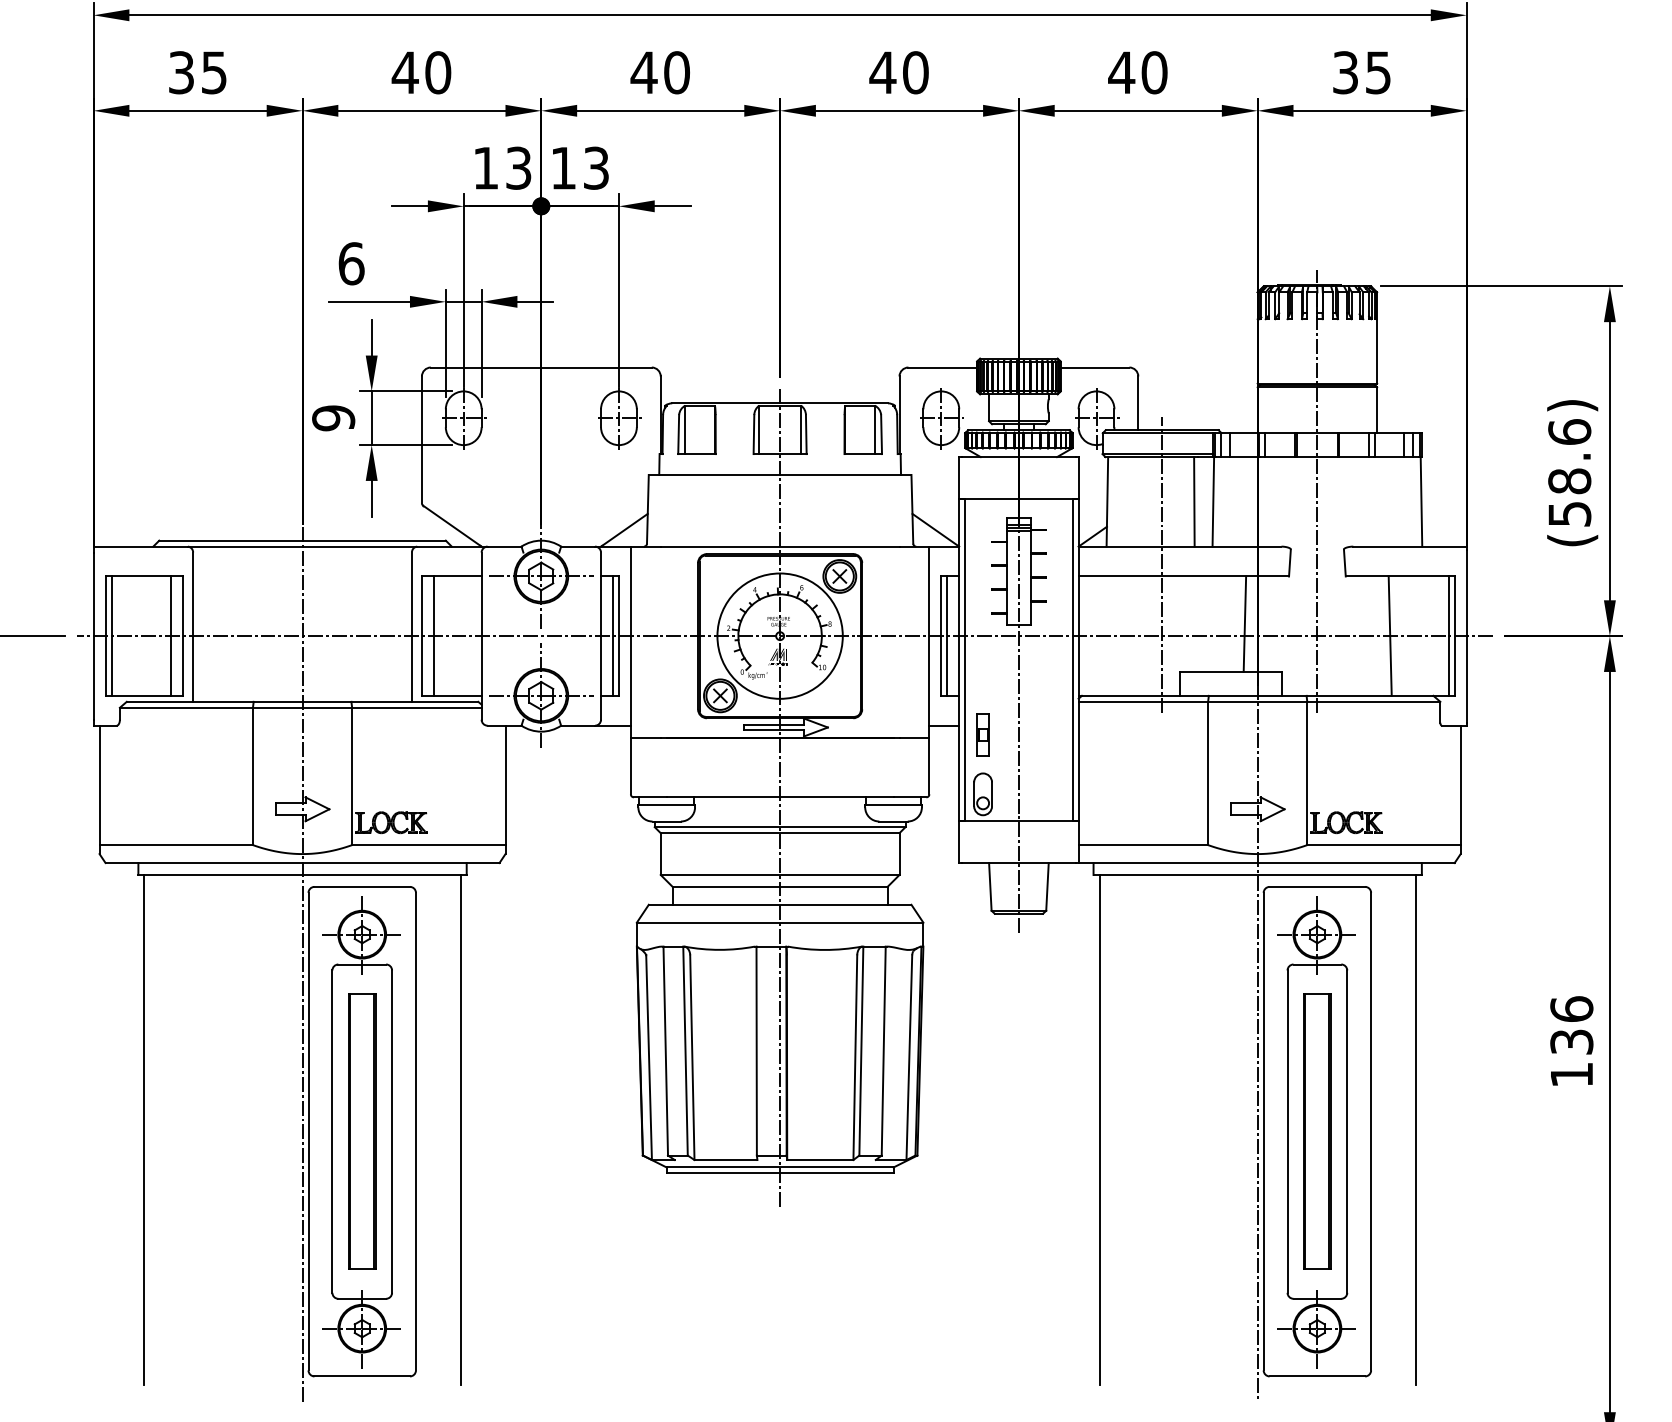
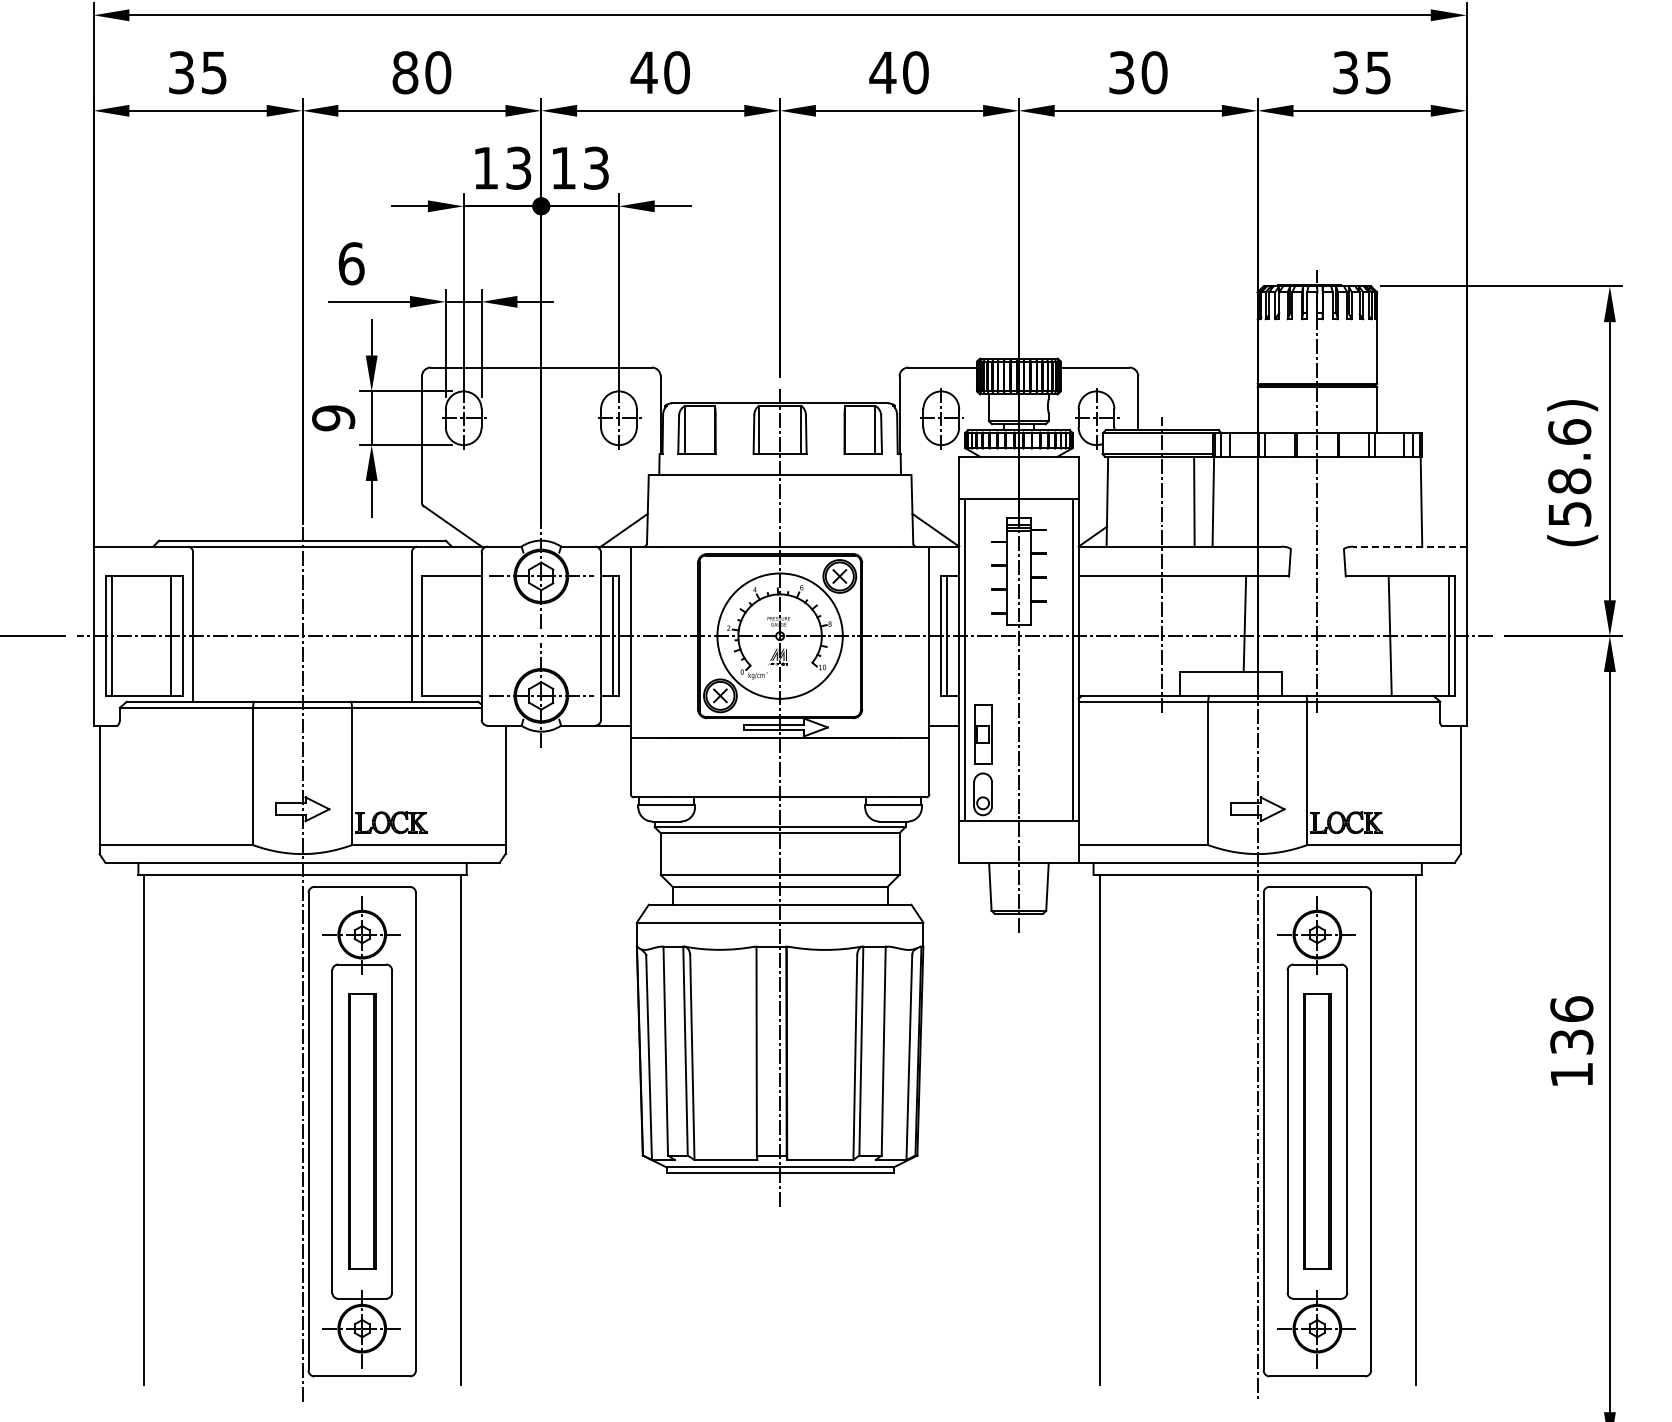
text at (404, 72): 40 -> 80
text at (1121, 72): 40 -> 30
line at (1409, 546): solid -> dashed
line at (433, 635): present -> none
part at (982, 734) size: 14x44 px -> 19x61 px
